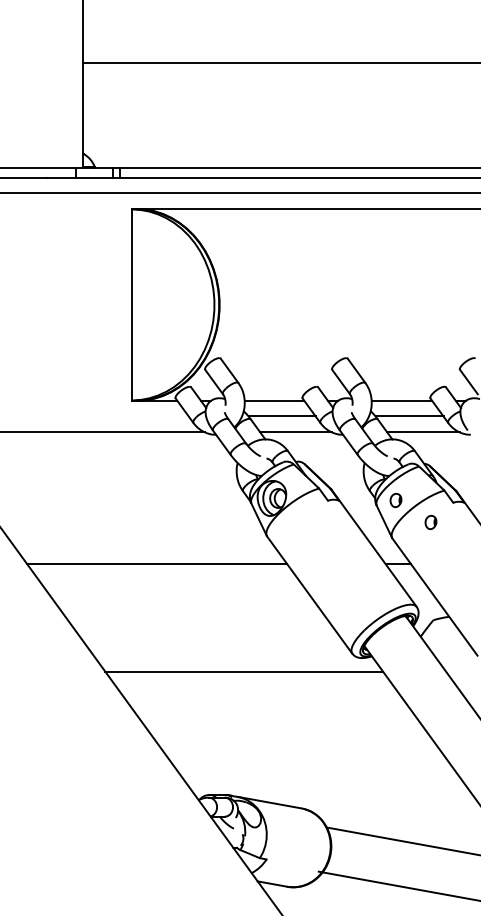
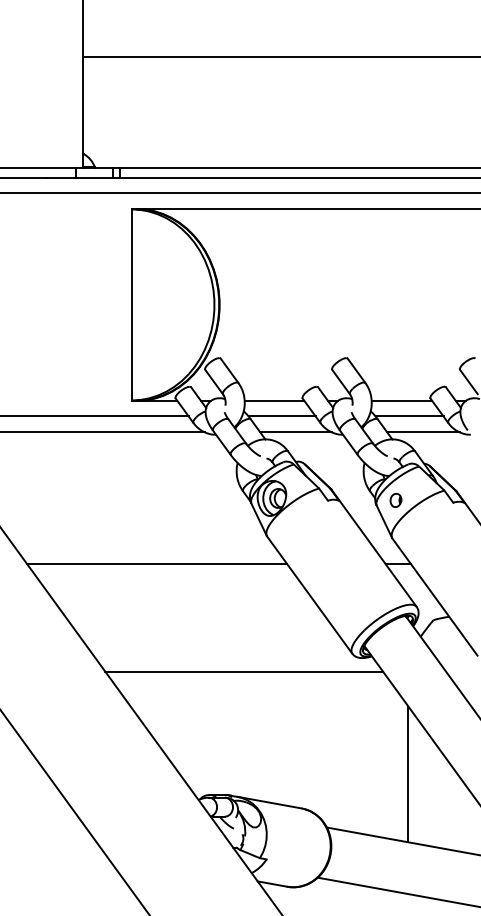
line at (280, 62) position: (280, 62) -> (280, 56)
line at (95, 416): none -> present
part at (430, 522): present -> none
line at (408, 774): none -> present
line at (74, 812): none -> present
line at (397, 885) position: (397, 885) -> (397, 891)
